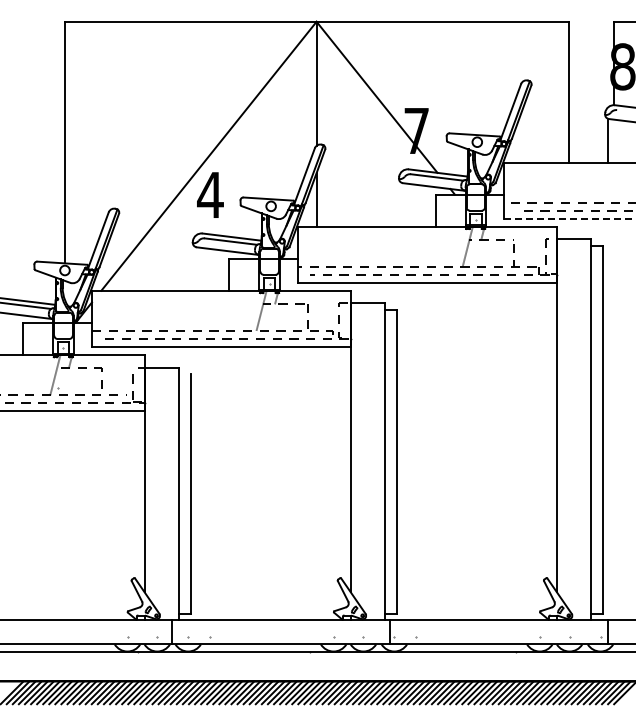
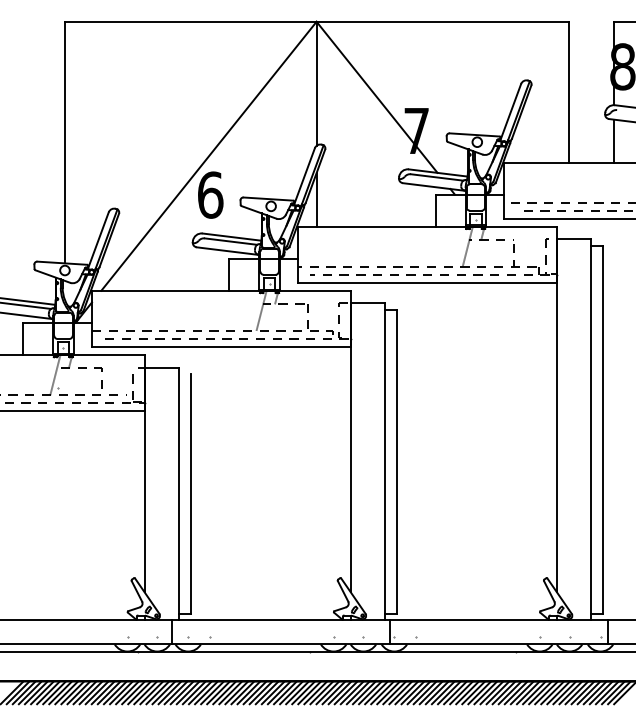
line at (608, 140) position: (608, 140) -> (614, 140)
text at (210, 194): 4 -> 6
line at (570, 218): dashed -> solid
